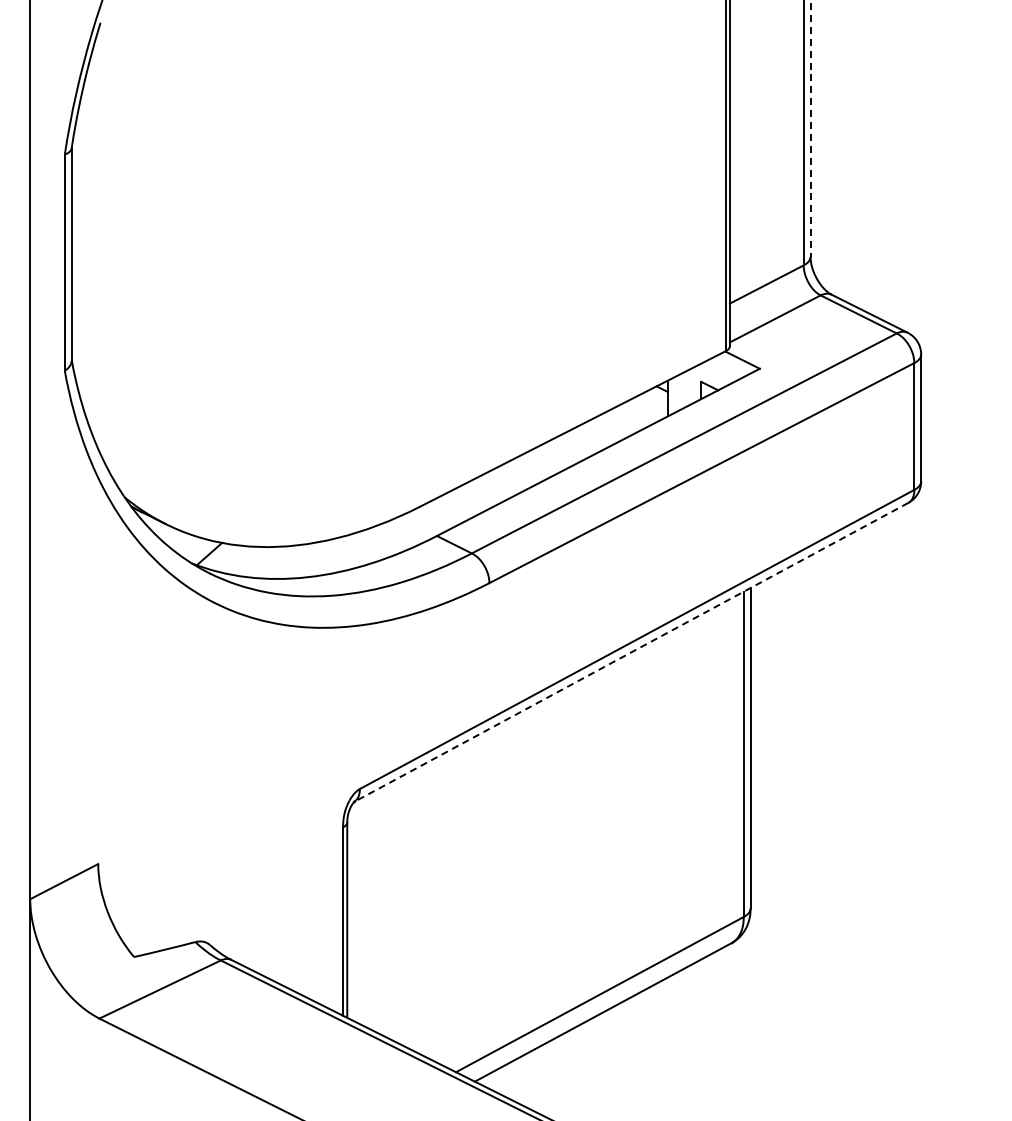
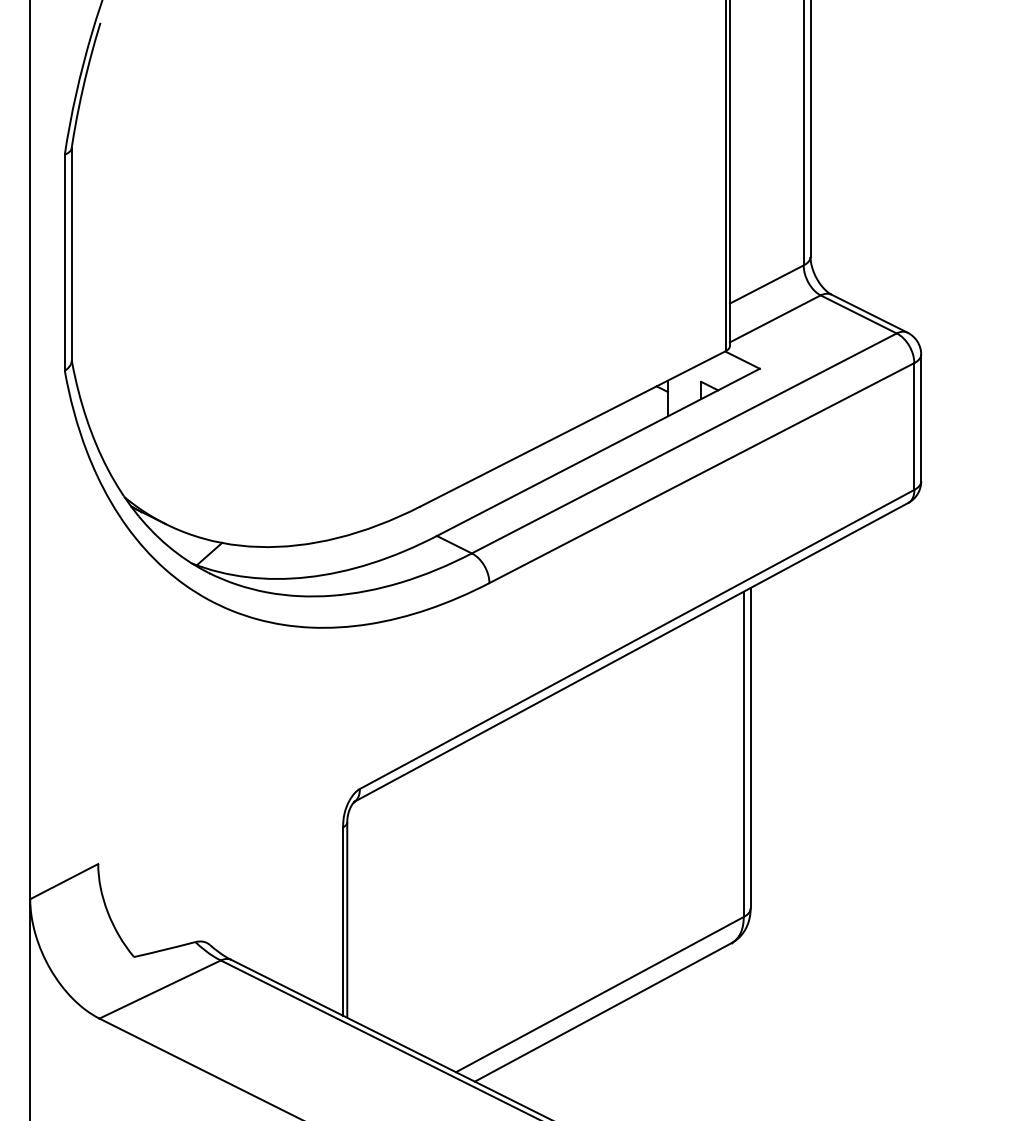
line at (810, 129): dashed -> solid
line at (631, 652): dashed -> solid
